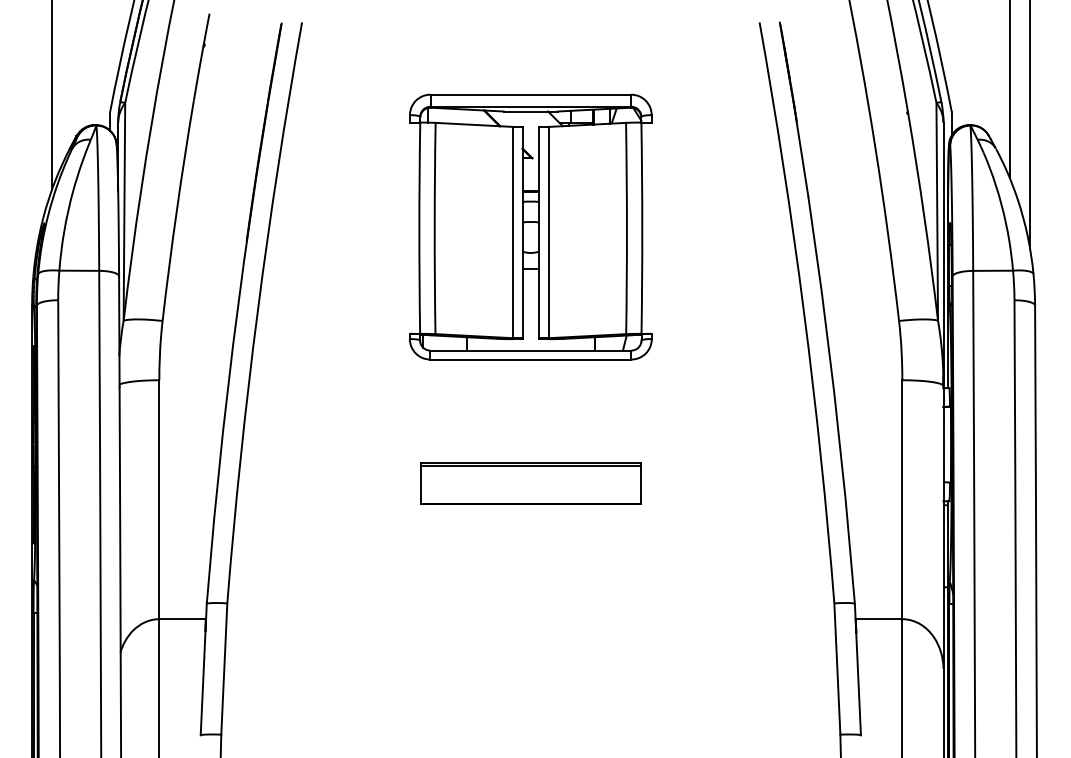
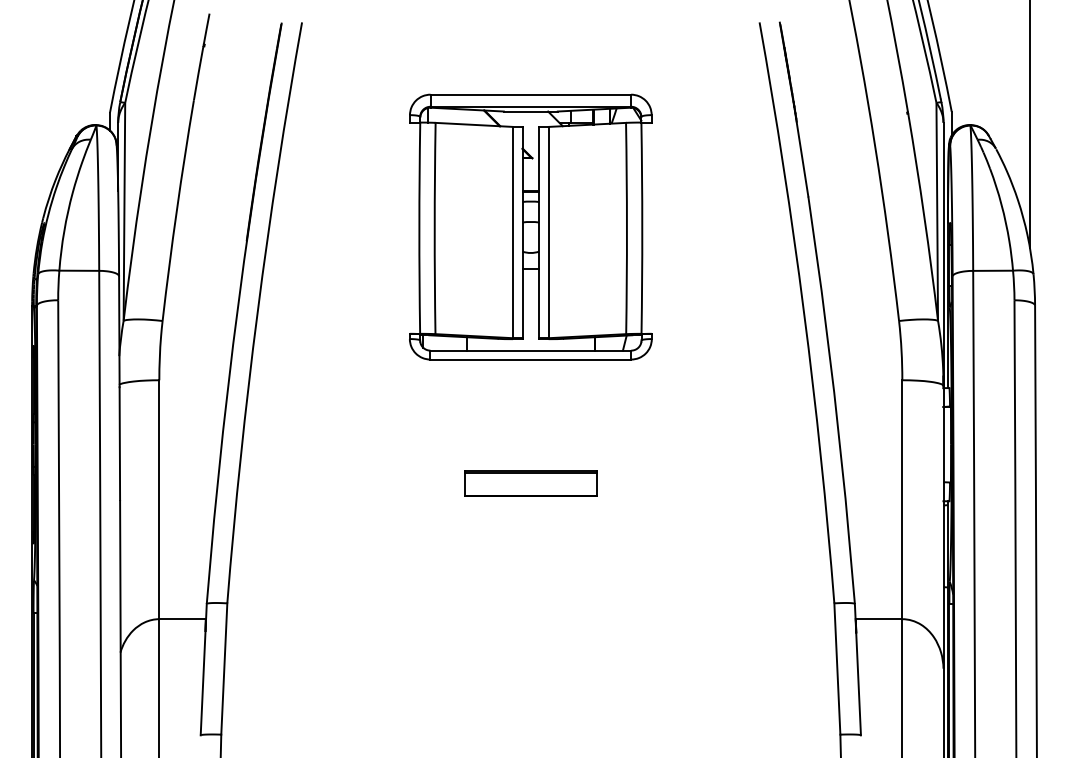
line at (1009, 89): present -> none
line at (51, 95): present -> none
part at (530, 483) size: 222x43 px -> 134x27 px
